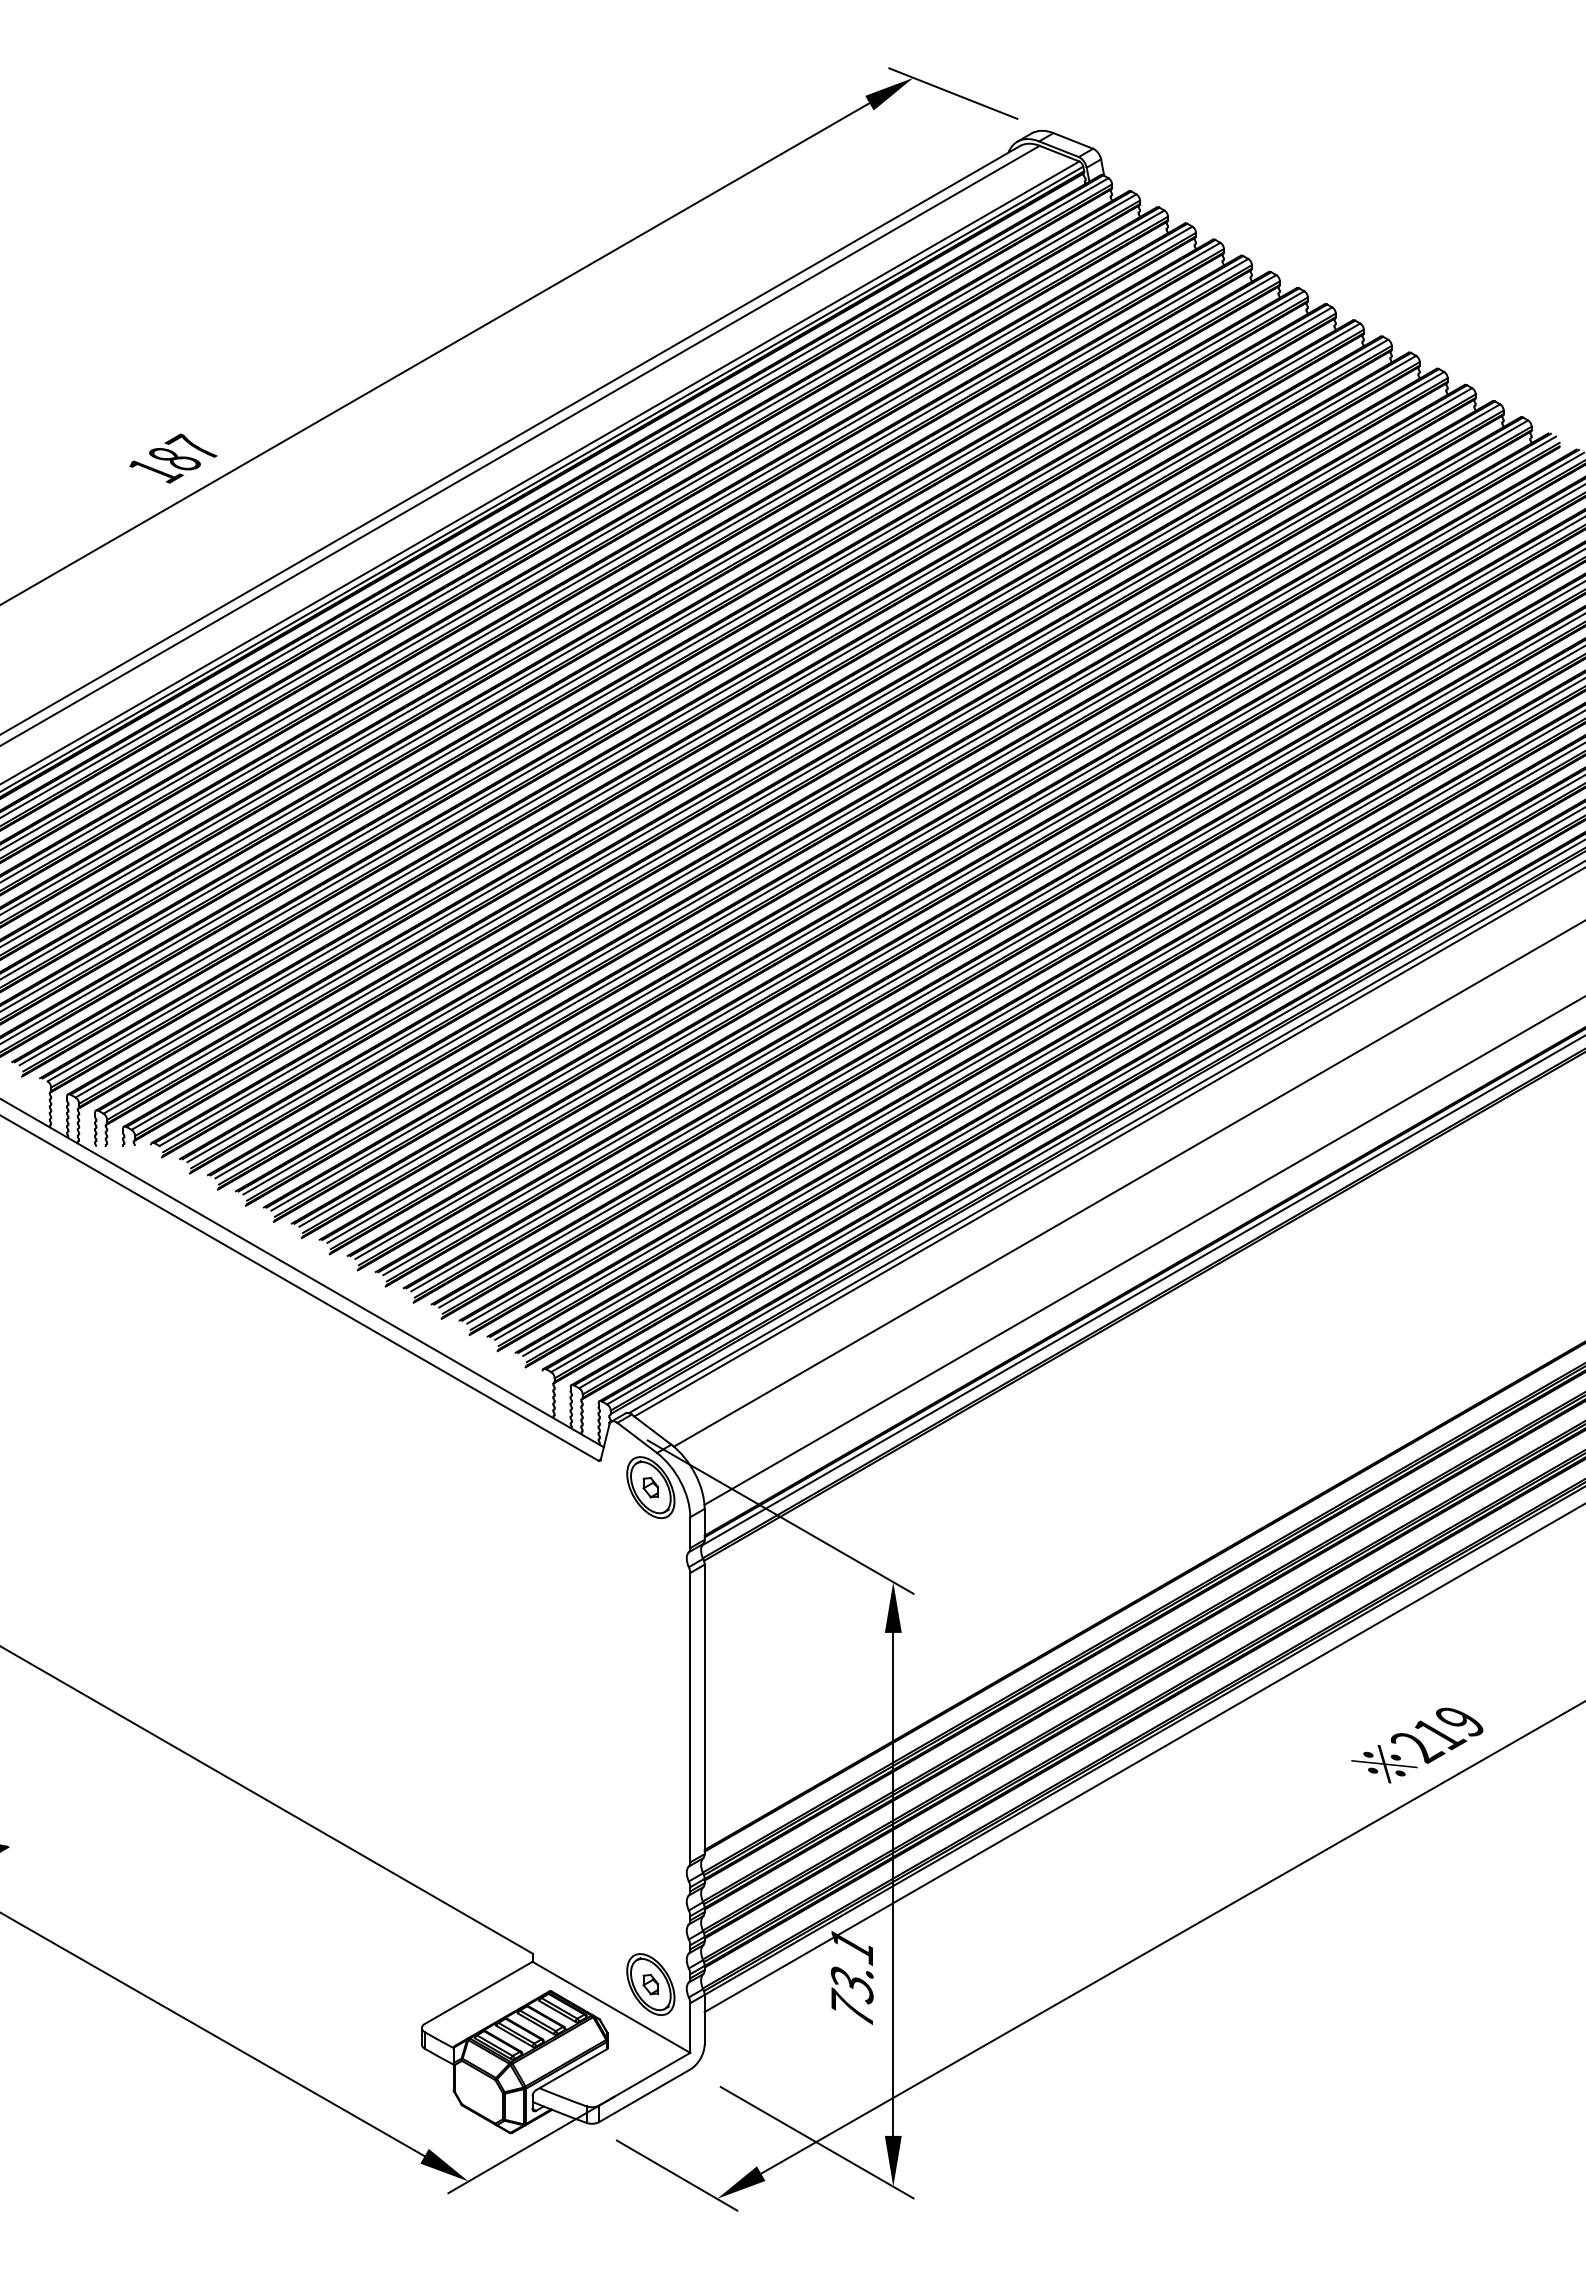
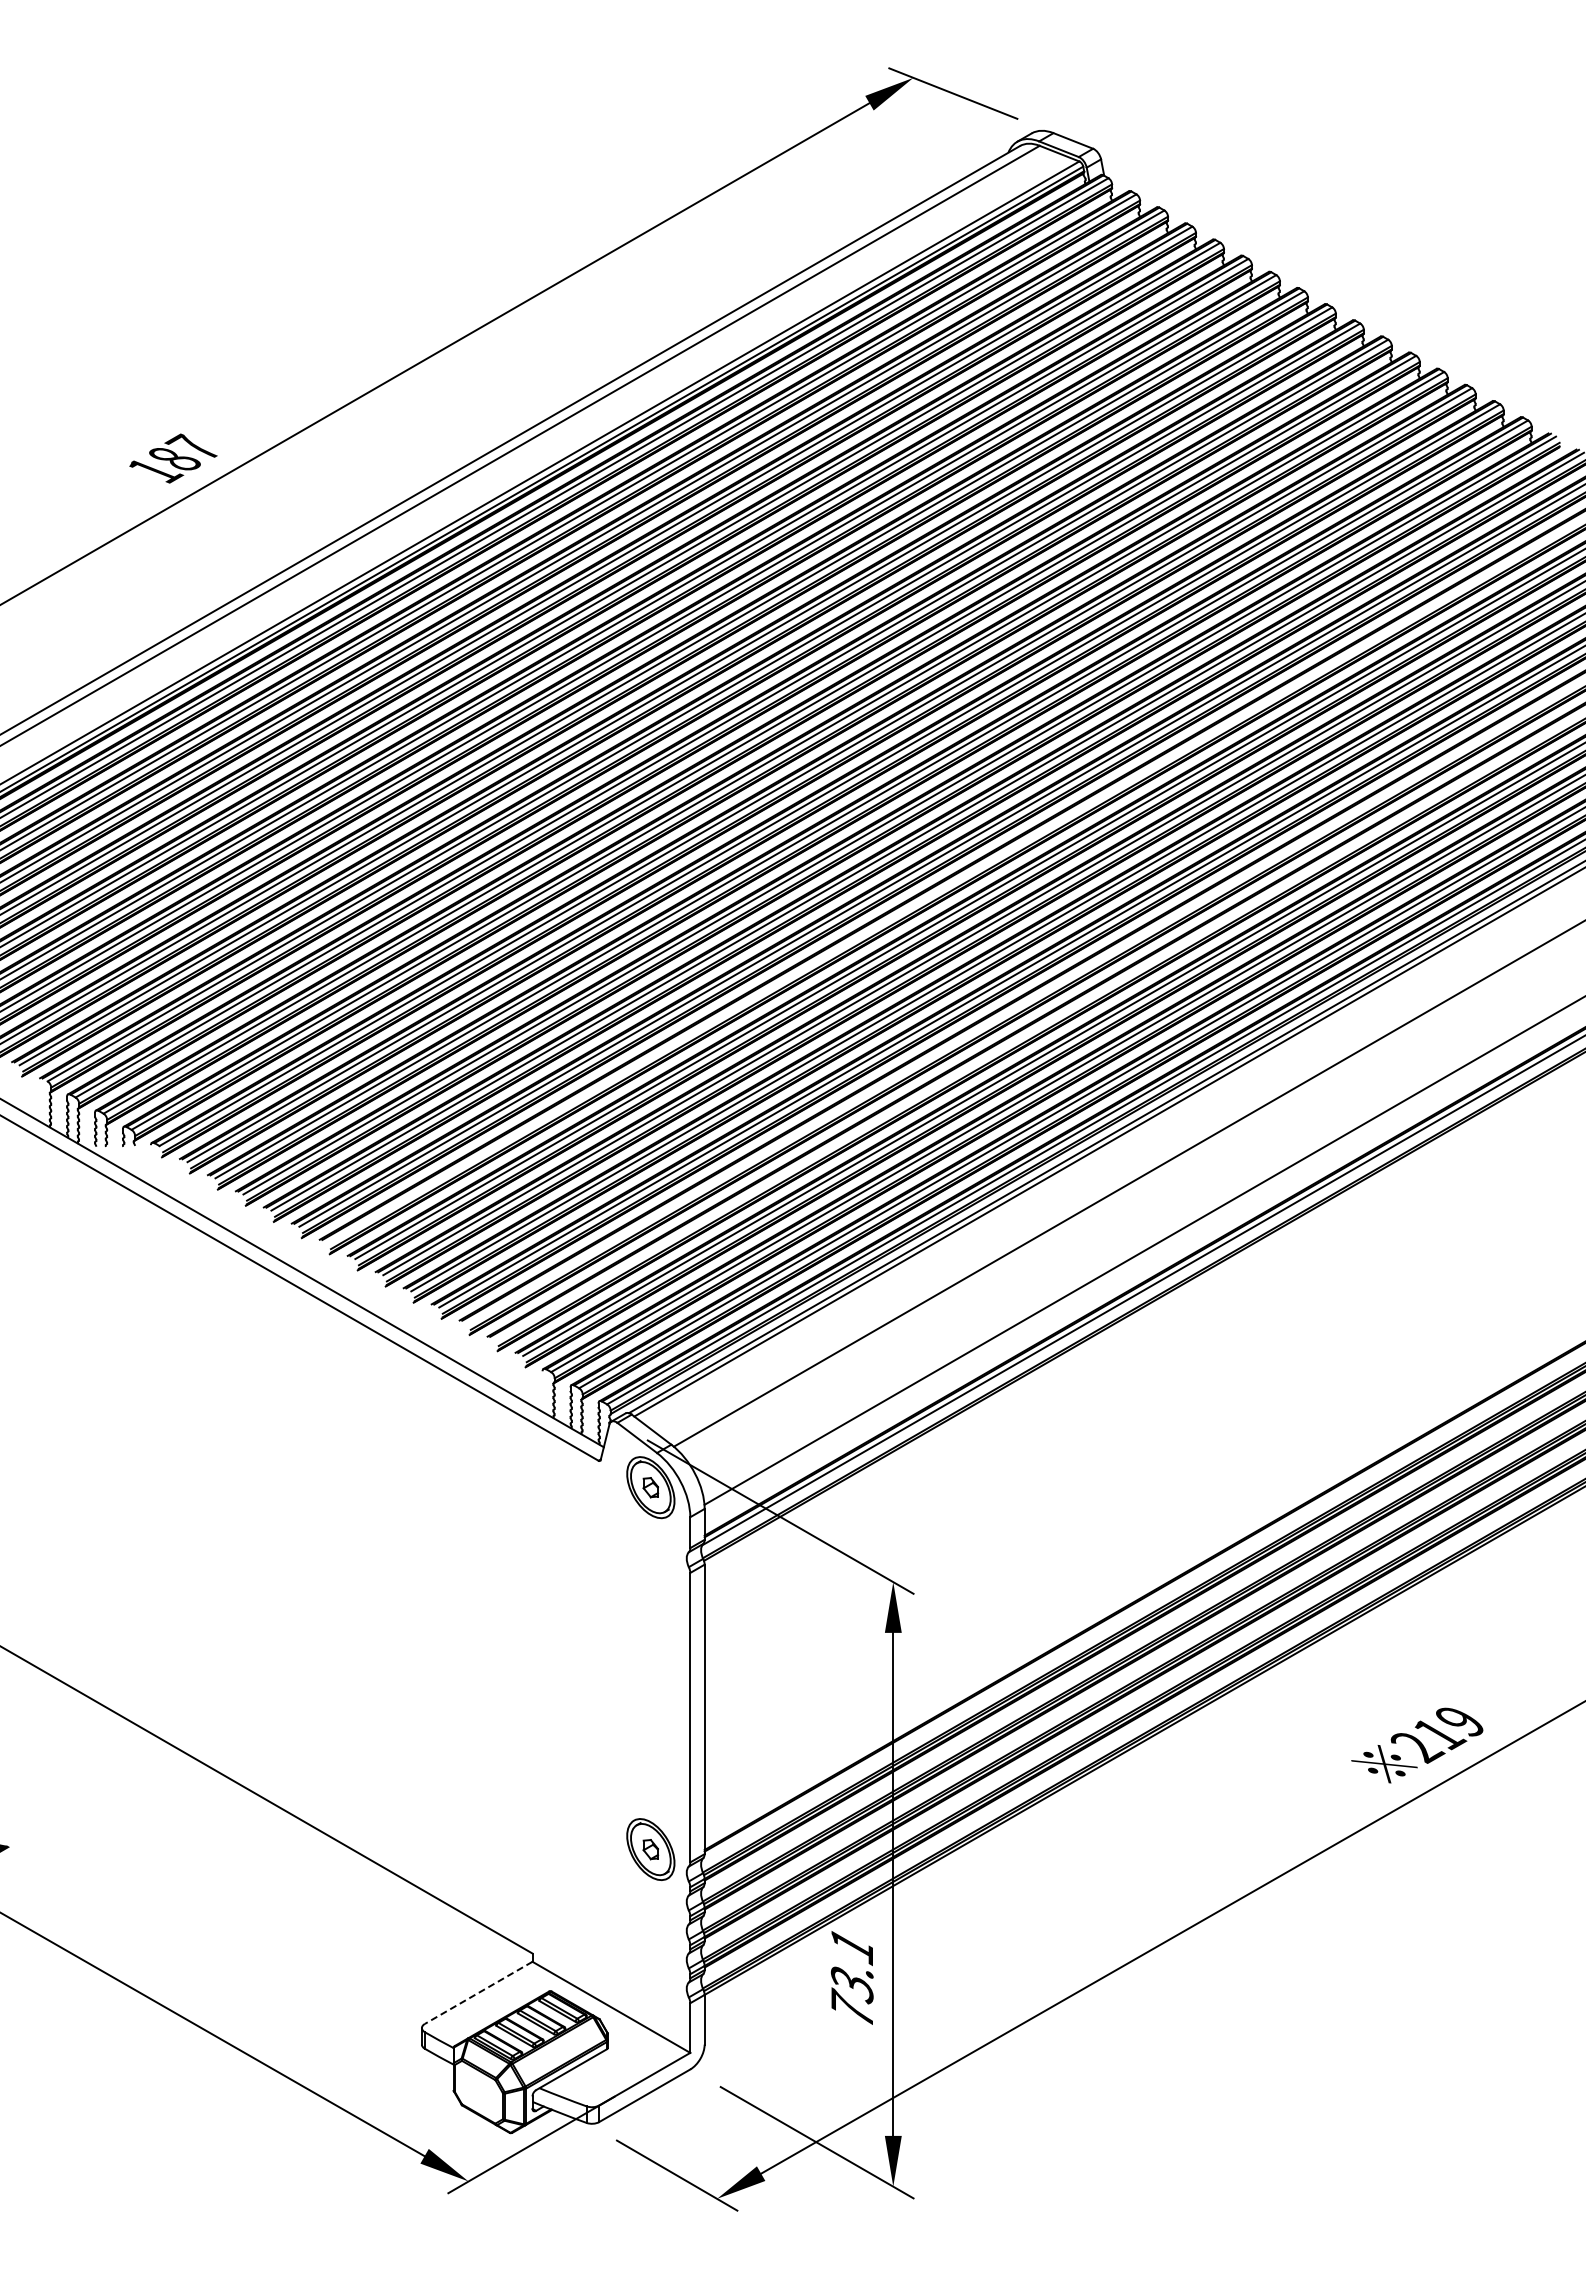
line at (954, 880): present -> none
line at (1024, 1001): present -> none
line at (1038, 1025): present -> none
line at (1143, 1758): present -> none
part at (650, 1984) position: (650, 1984) -> (650, 1849)
line at (478, 1993): solid -> dashed
